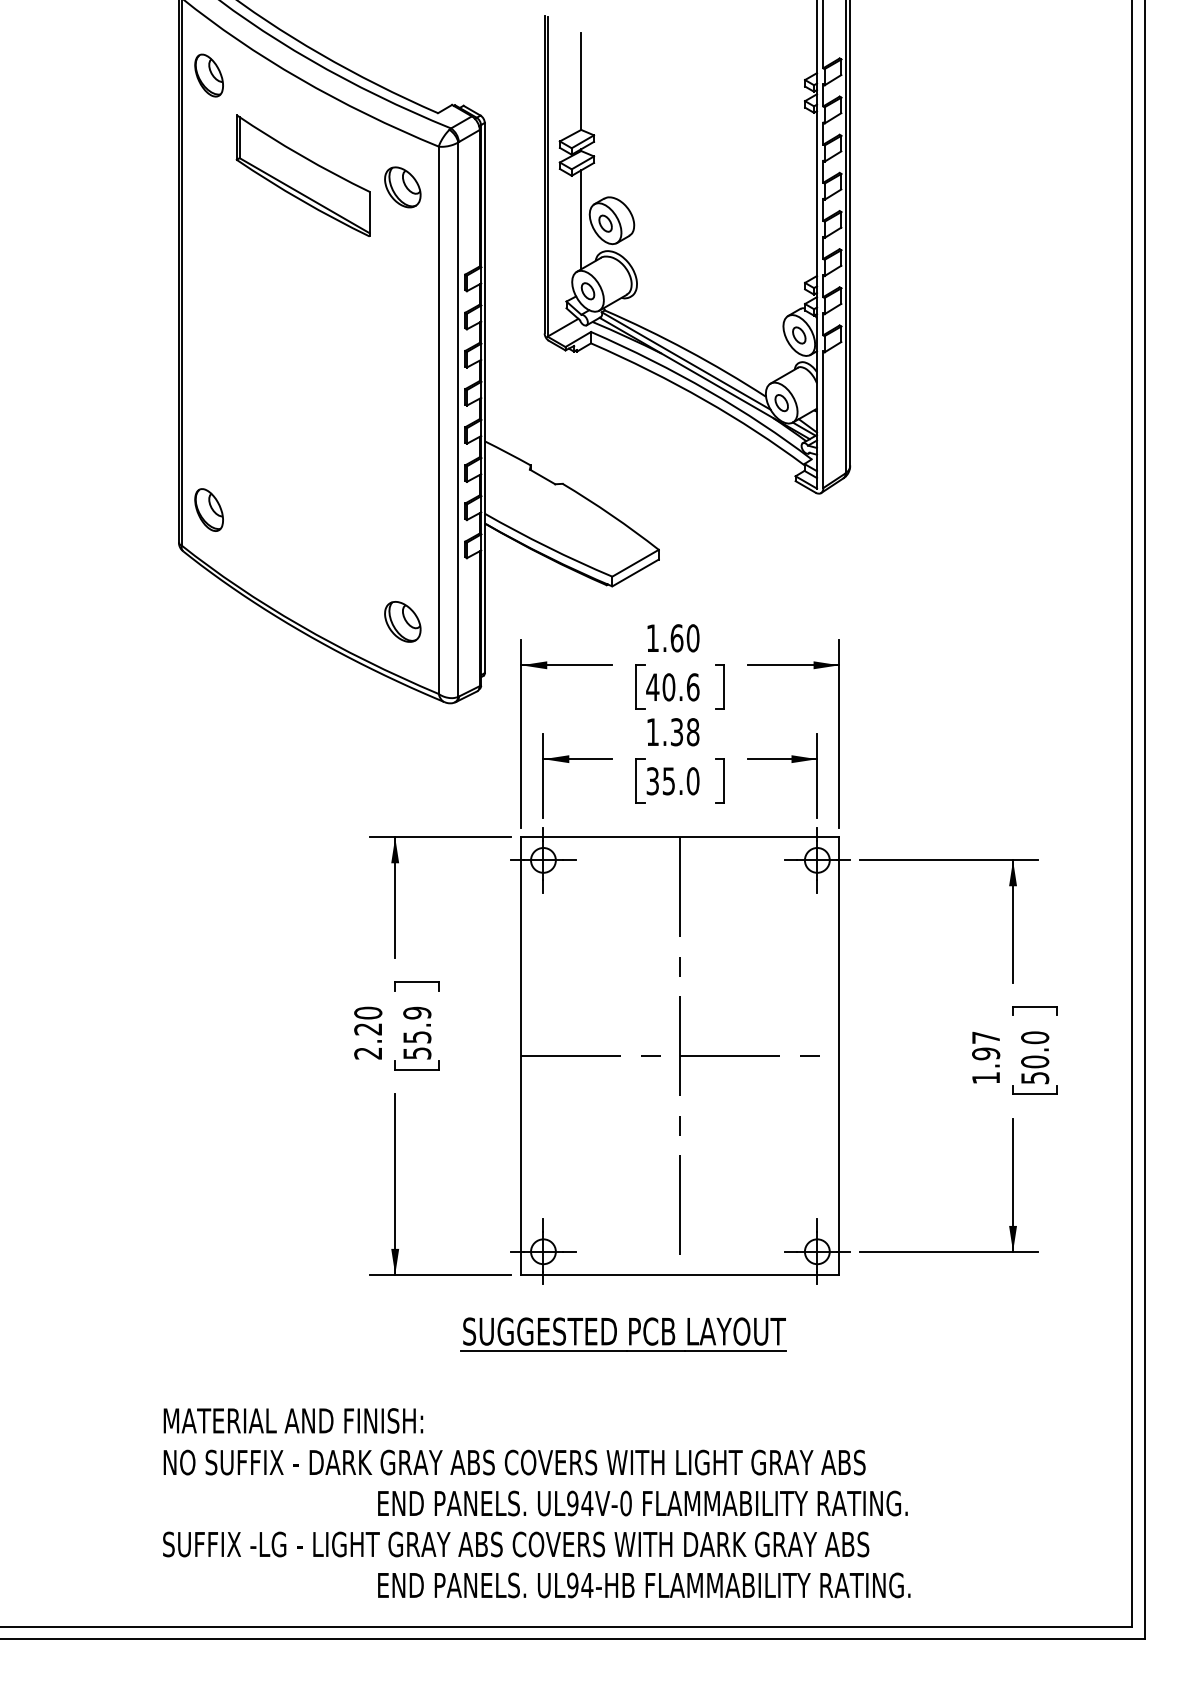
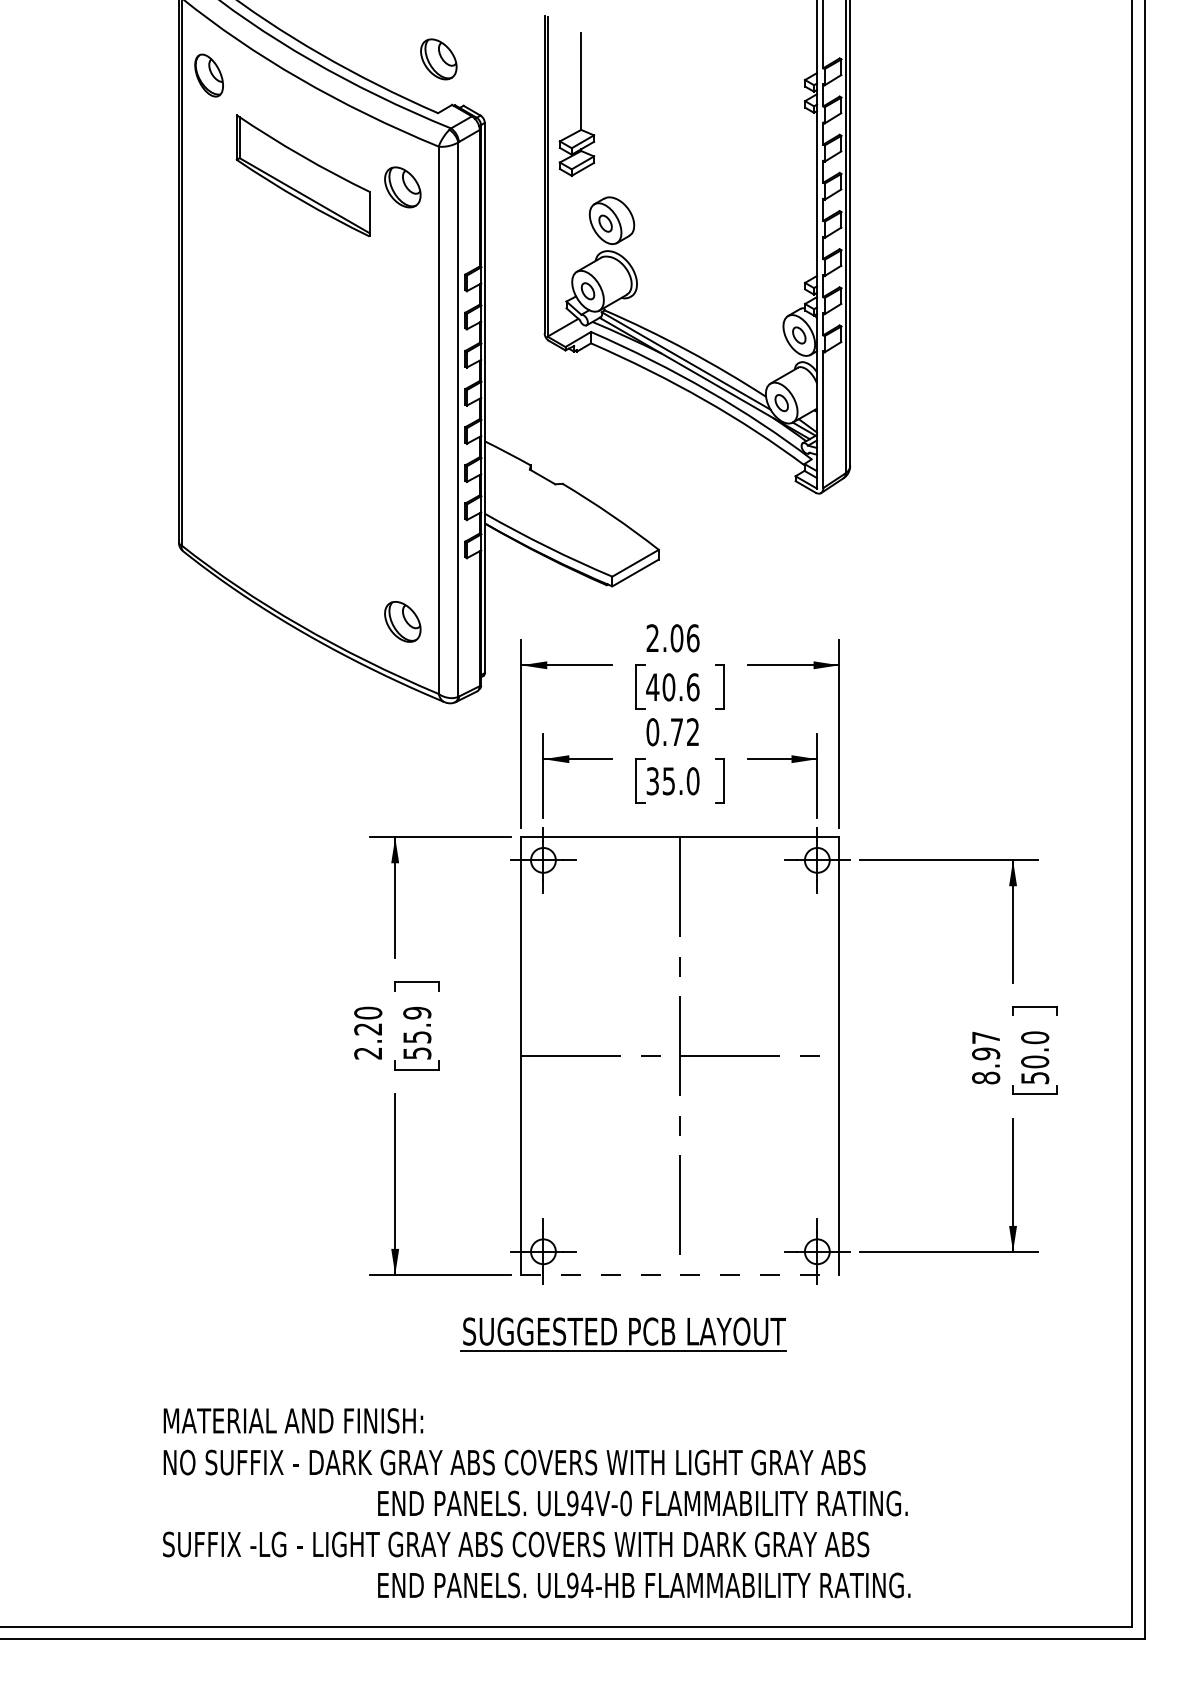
part at (438, 59): none -> present
line at (581, 219): present -> none
part at (208, 509): present -> none
text at (672, 638): 1.60 -> 2.06
text at (672, 732): 1.38 -> 0.72
text at (986, 1077): 1.97 -> 8.97
line at (680, 1274): solid -> dashed
